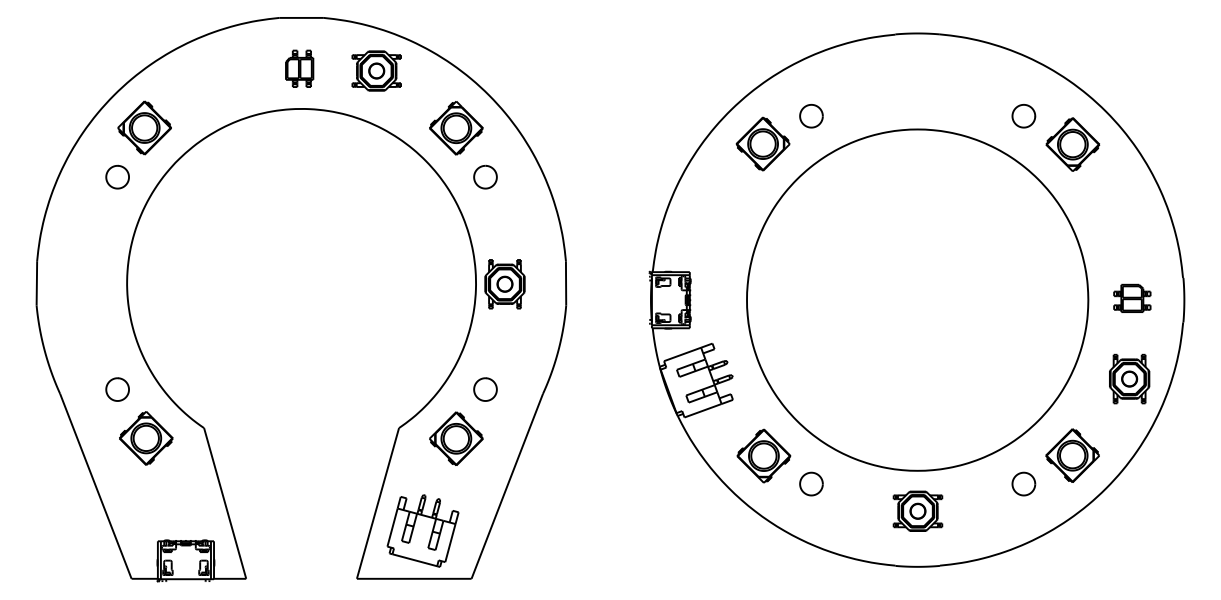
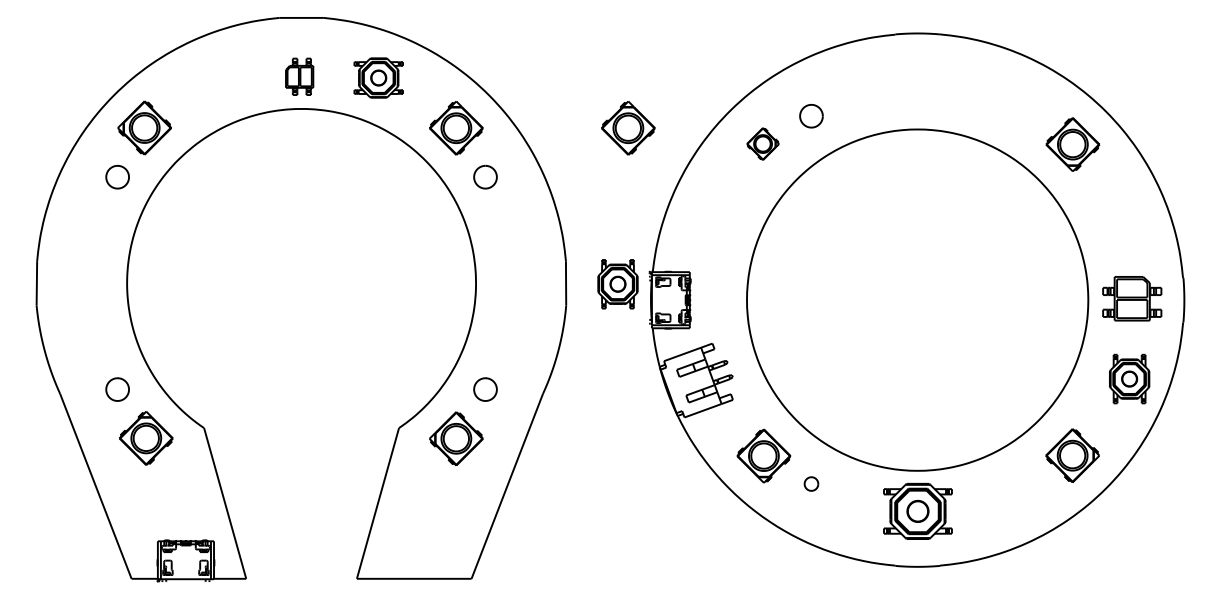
part at (299, 68) position: (299, 68) -> (299, 76)
part at (376, 70) position: (376, 70) -> (378, 77)
part at (1023, 116): present -> none
part at (628, 128): none -> present
part at (762, 143) size: 56x56 px -> 34x34 px
part at (504, 284) position: (504, 284) -> (617, 284)
part at (1132, 297) size: 39x30 px -> 61x46 px
part at (811, 483) size: 25x26 px -> 17x16 px
part at (1023, 483): present -> none
part at (917, 510) size: 52x42 px -> 70x58 px
part at (422, 530): present -> none
